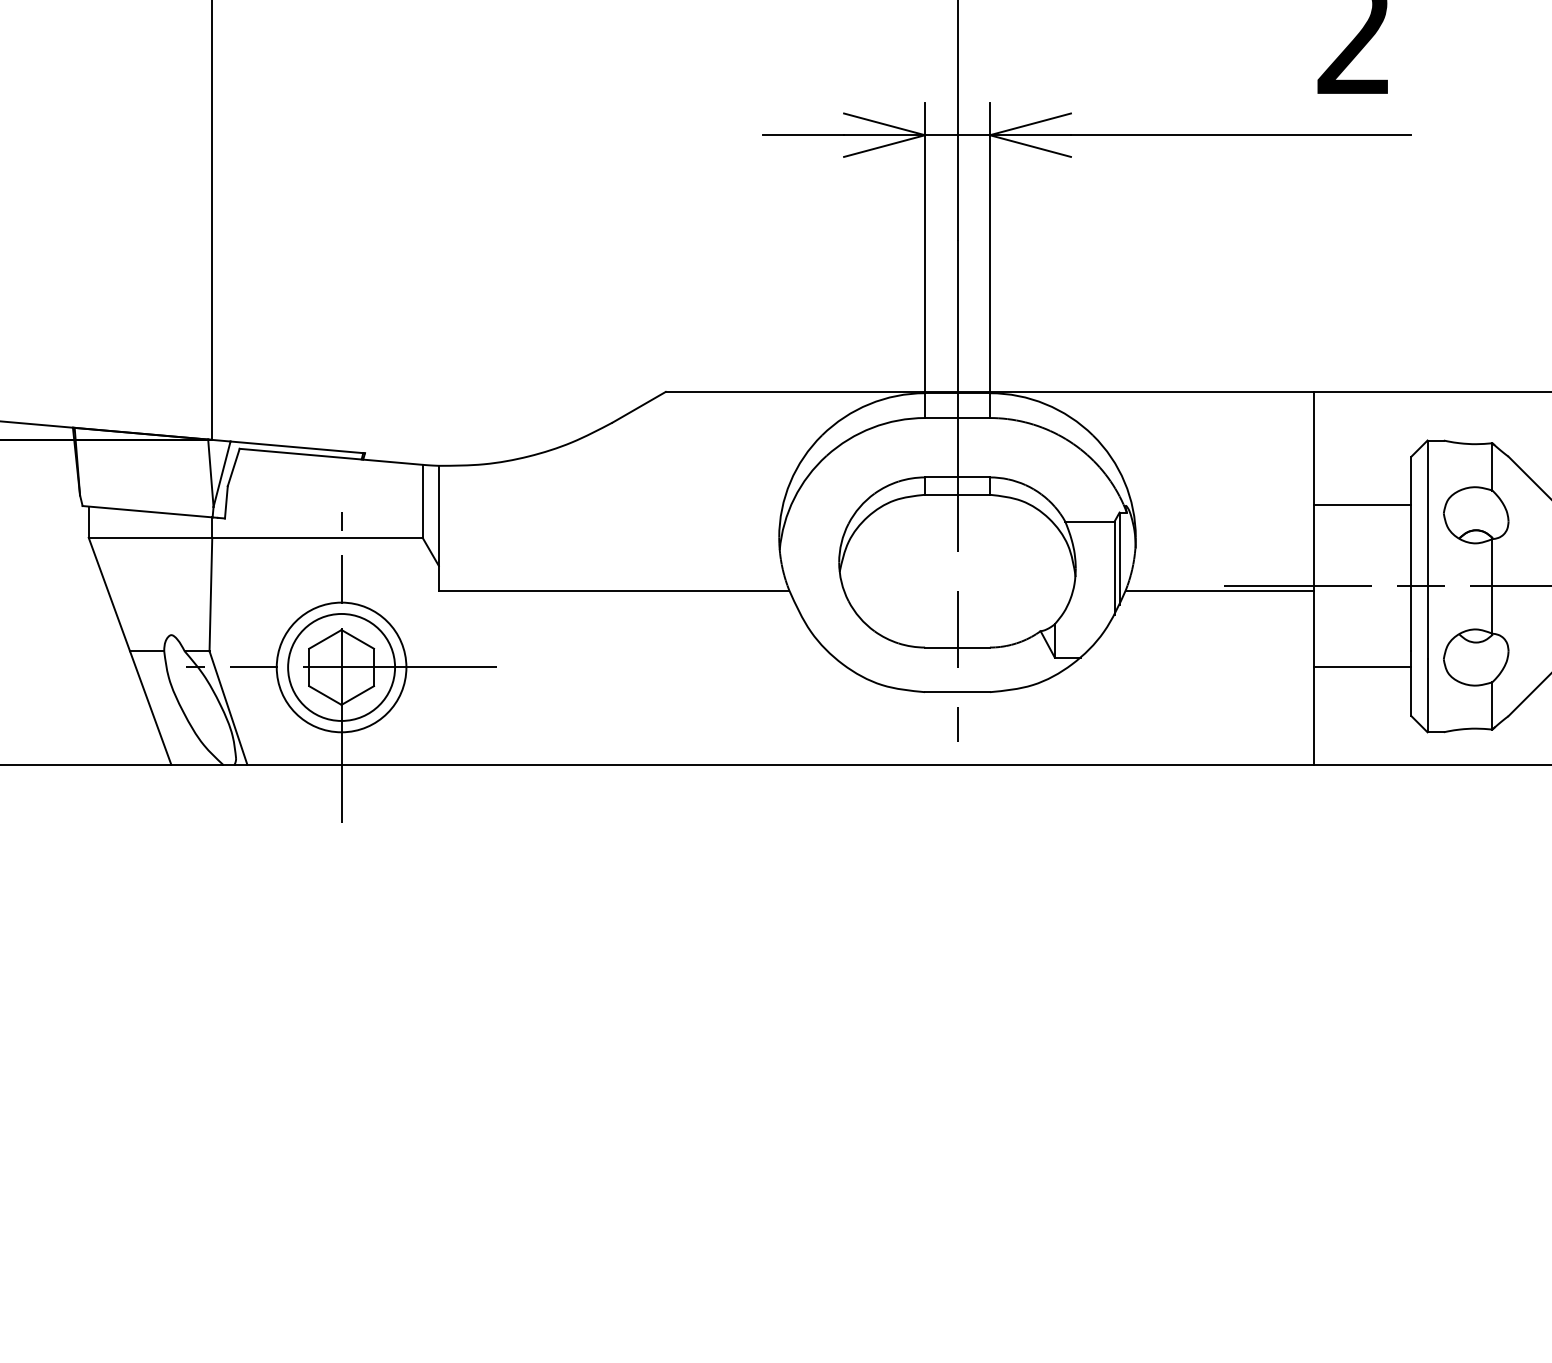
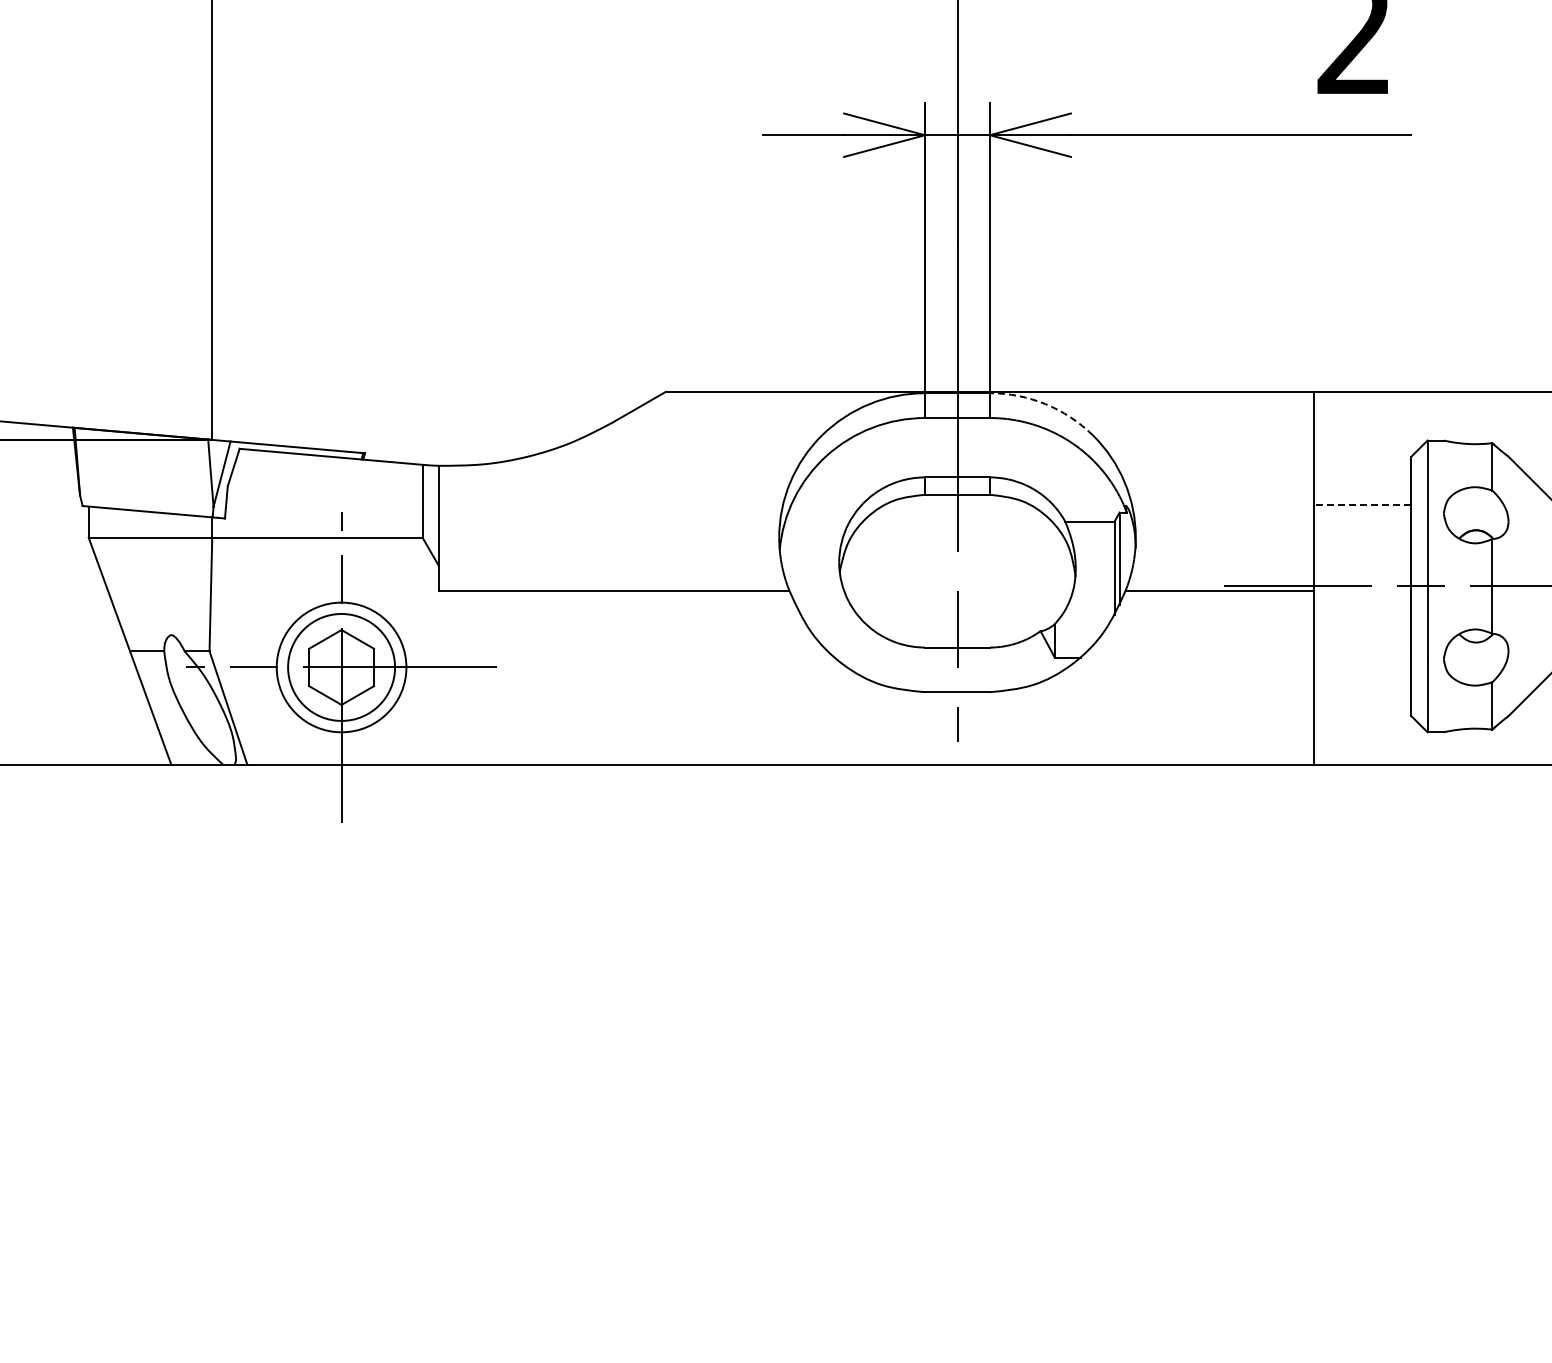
arc at (1045, 404): solid -> dashed
line at (1362, 505): solid -> dashed
line at (1362, 667): present -> none
